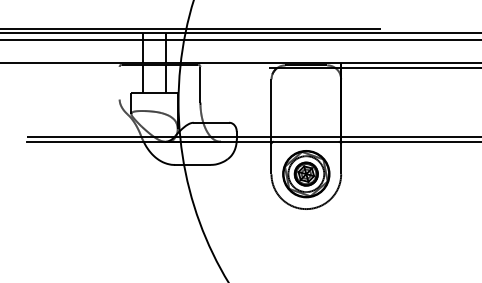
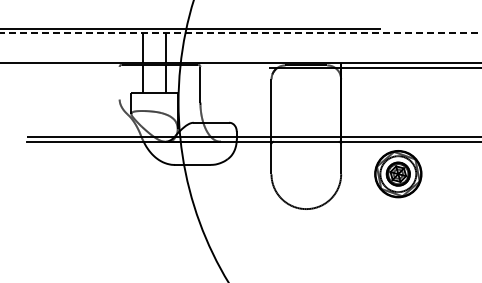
line at (240, 33): solid -> dashed
line at (240, 40): present -> none
part at (306, 174) position: (306, 174) -> (398, 174)
